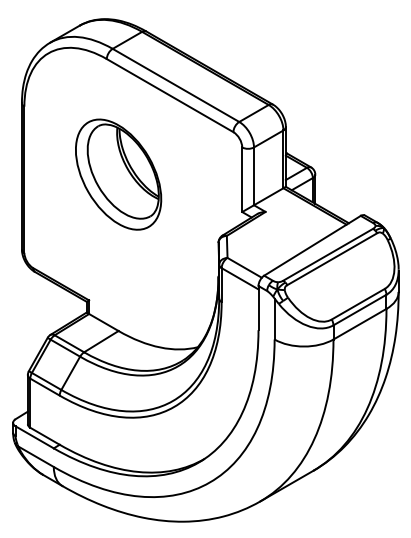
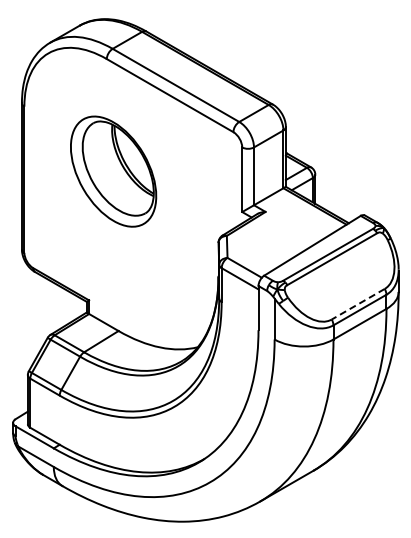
part at (118, 174) position: (118, 174) -> (113, 171)
line at (358, 304): solid -> dashed
